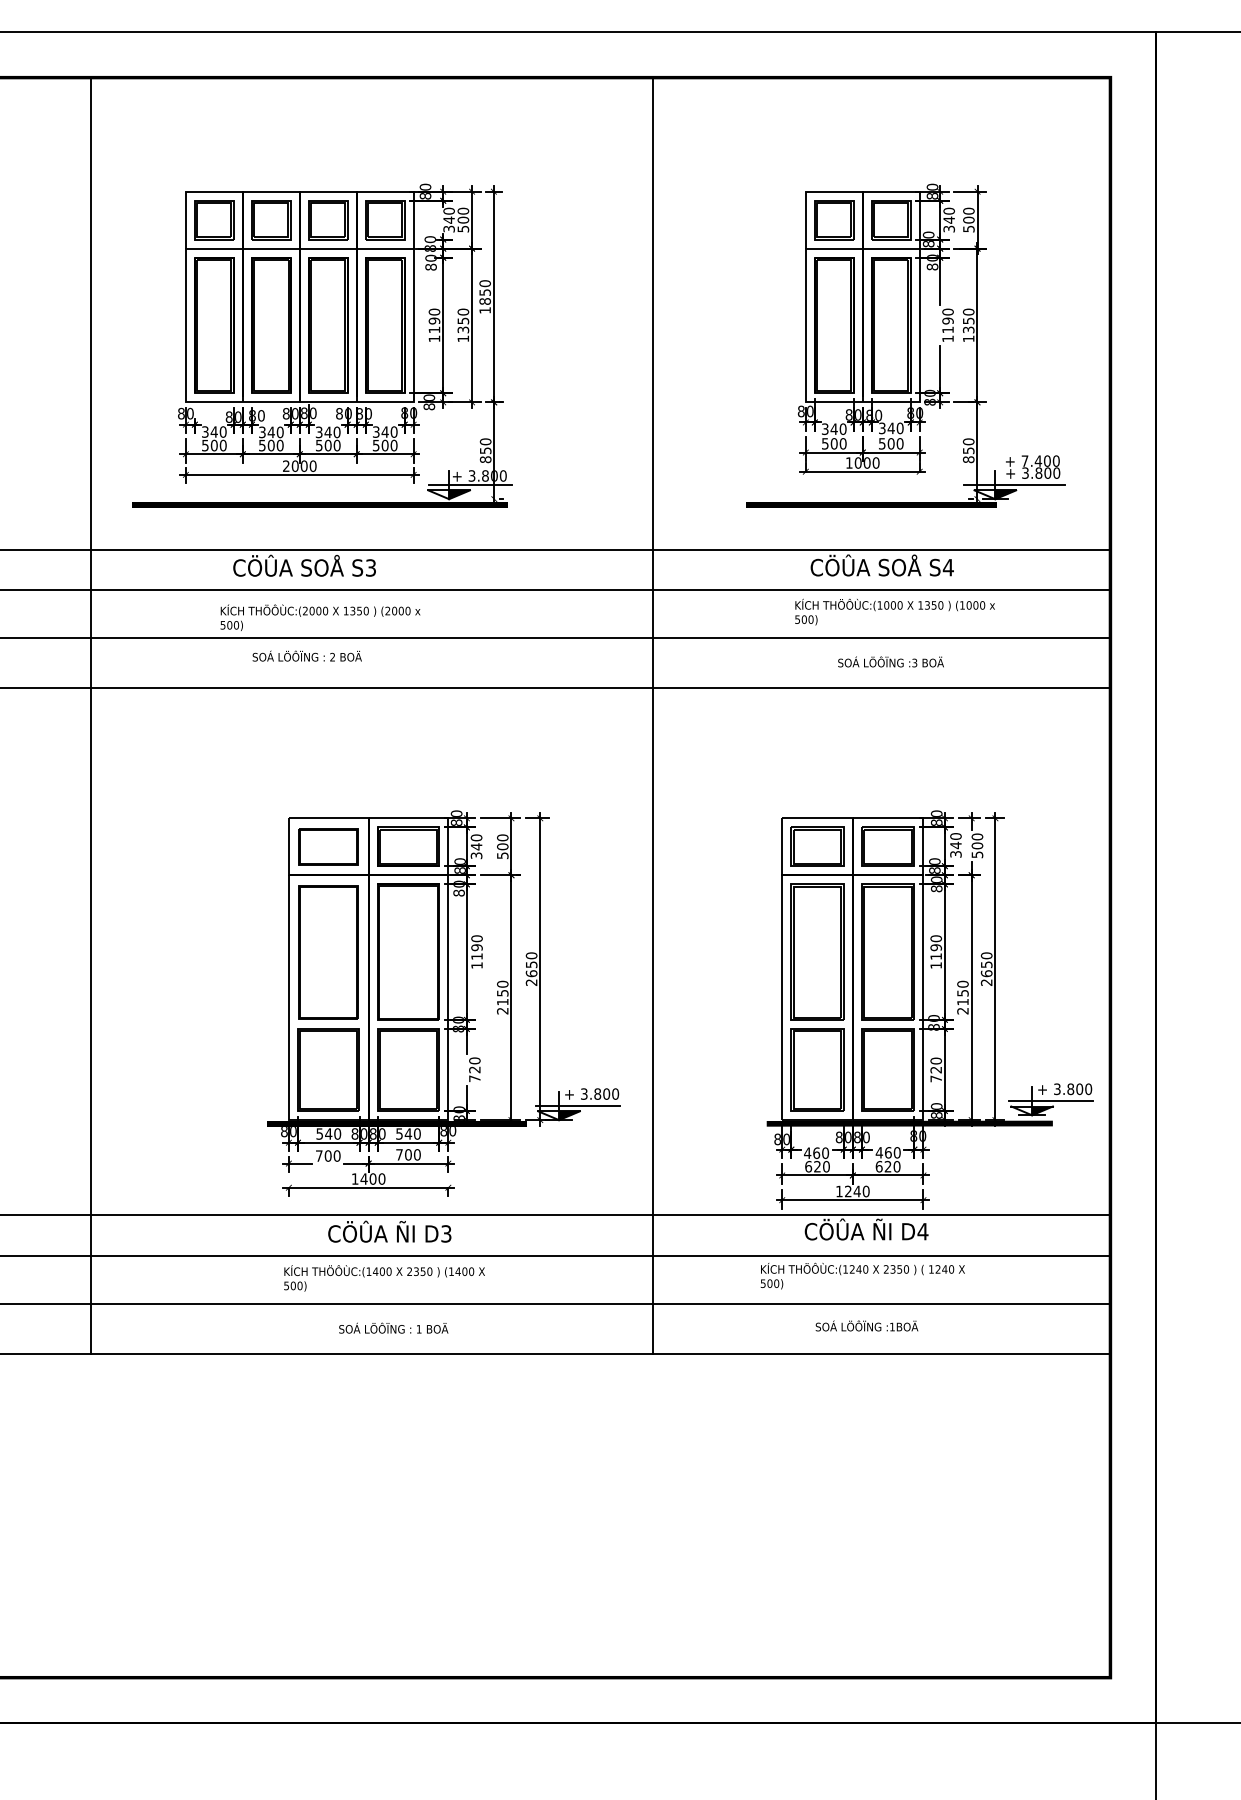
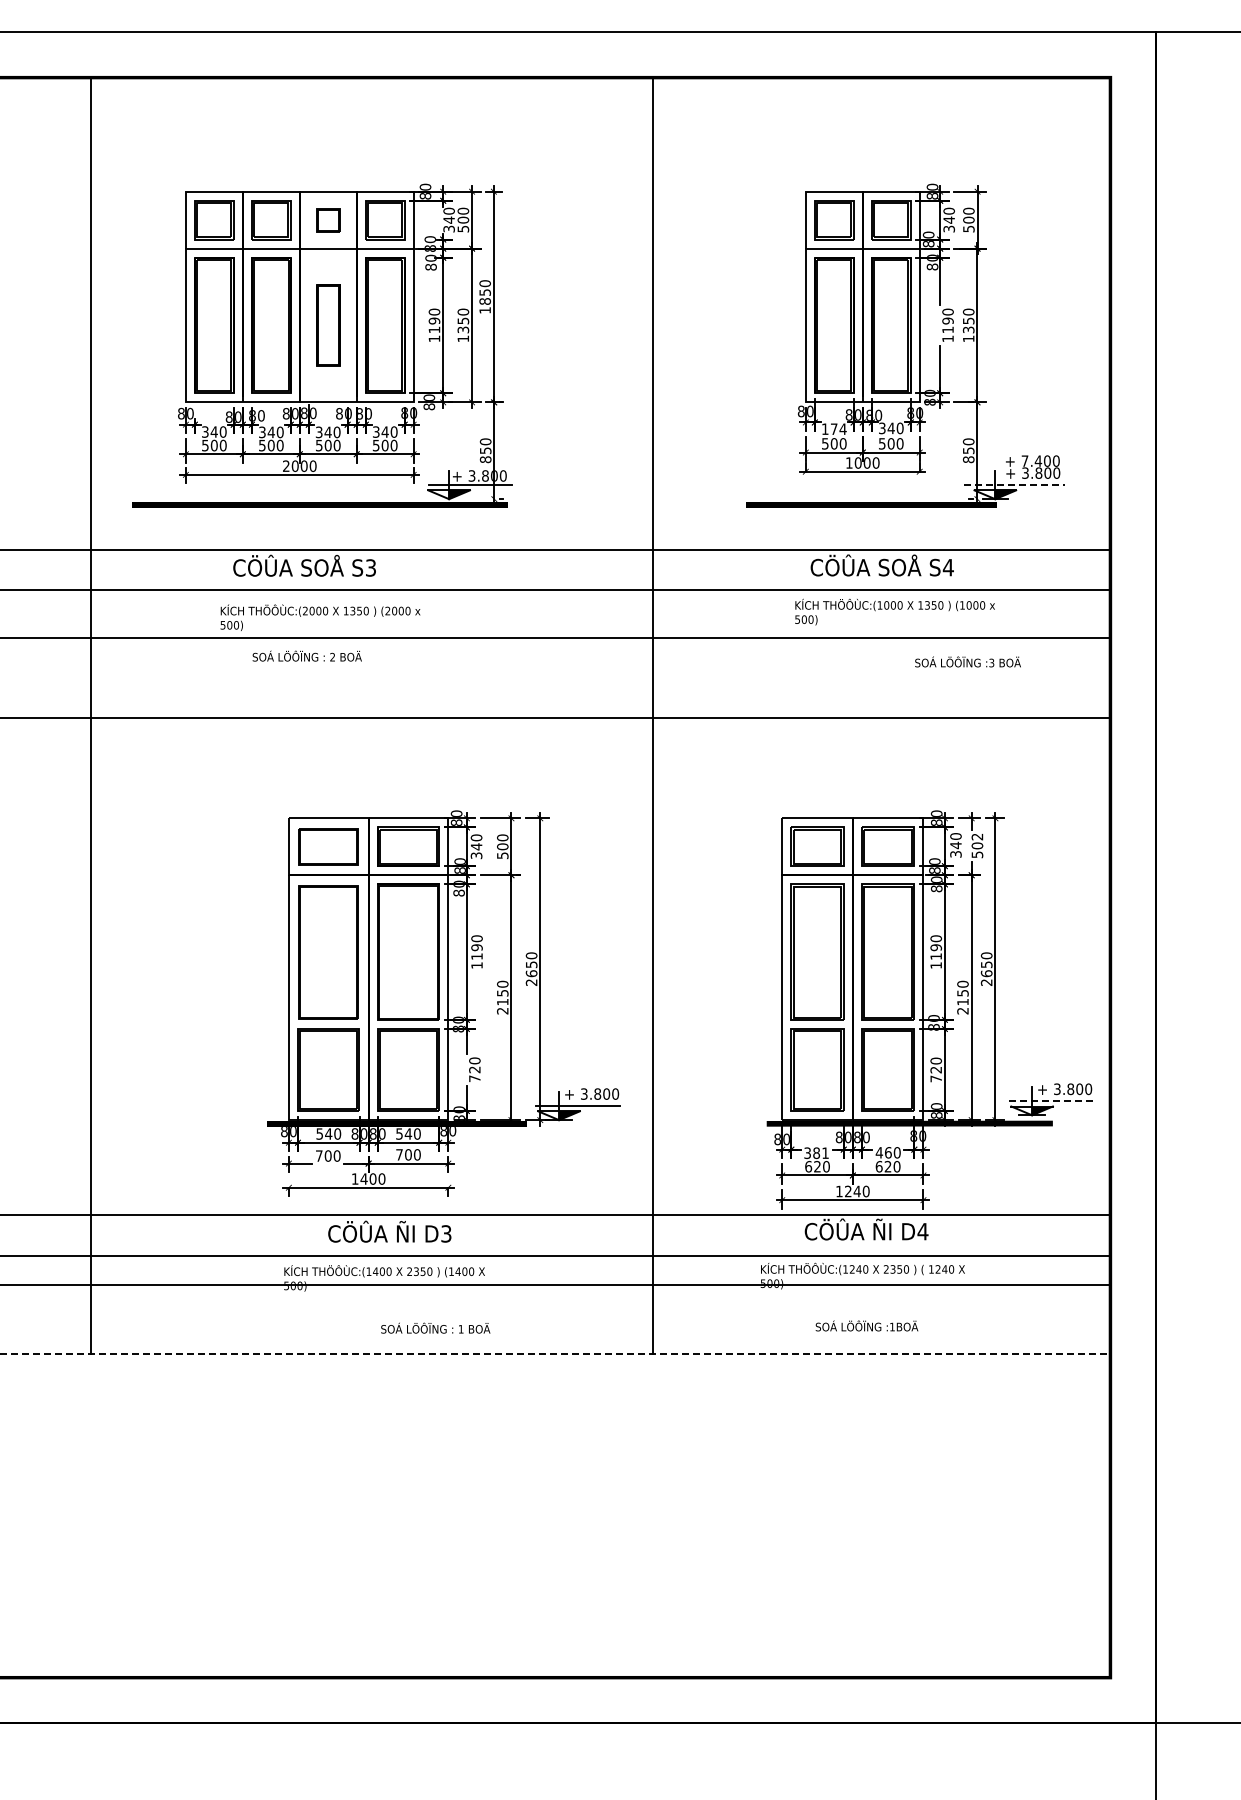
part at (328, 220) size: 41x41 px -> 25x25 px
part at (328, 325) size: 41x137 px -> 25x83 px
text at (834, 429): 340 -> 174
line at (1014, 484): solid -> dashed
text at (890, 661) position: (890, 661) -> (967, 661)
line at (556, 688) position: (556, 688) -> (556, 718)
text at (977, 836): 500 -> 502
line at (1050, 1101): solid -> dashed
text at (816, 1153): 460 -> 381
line at (556, 1303) position: (556, 1303) -> (556, 1284)
text at (393, 1327) position: (393, 1327) -> (435, 1327)
line at (556, 1354): solid -> dashed
